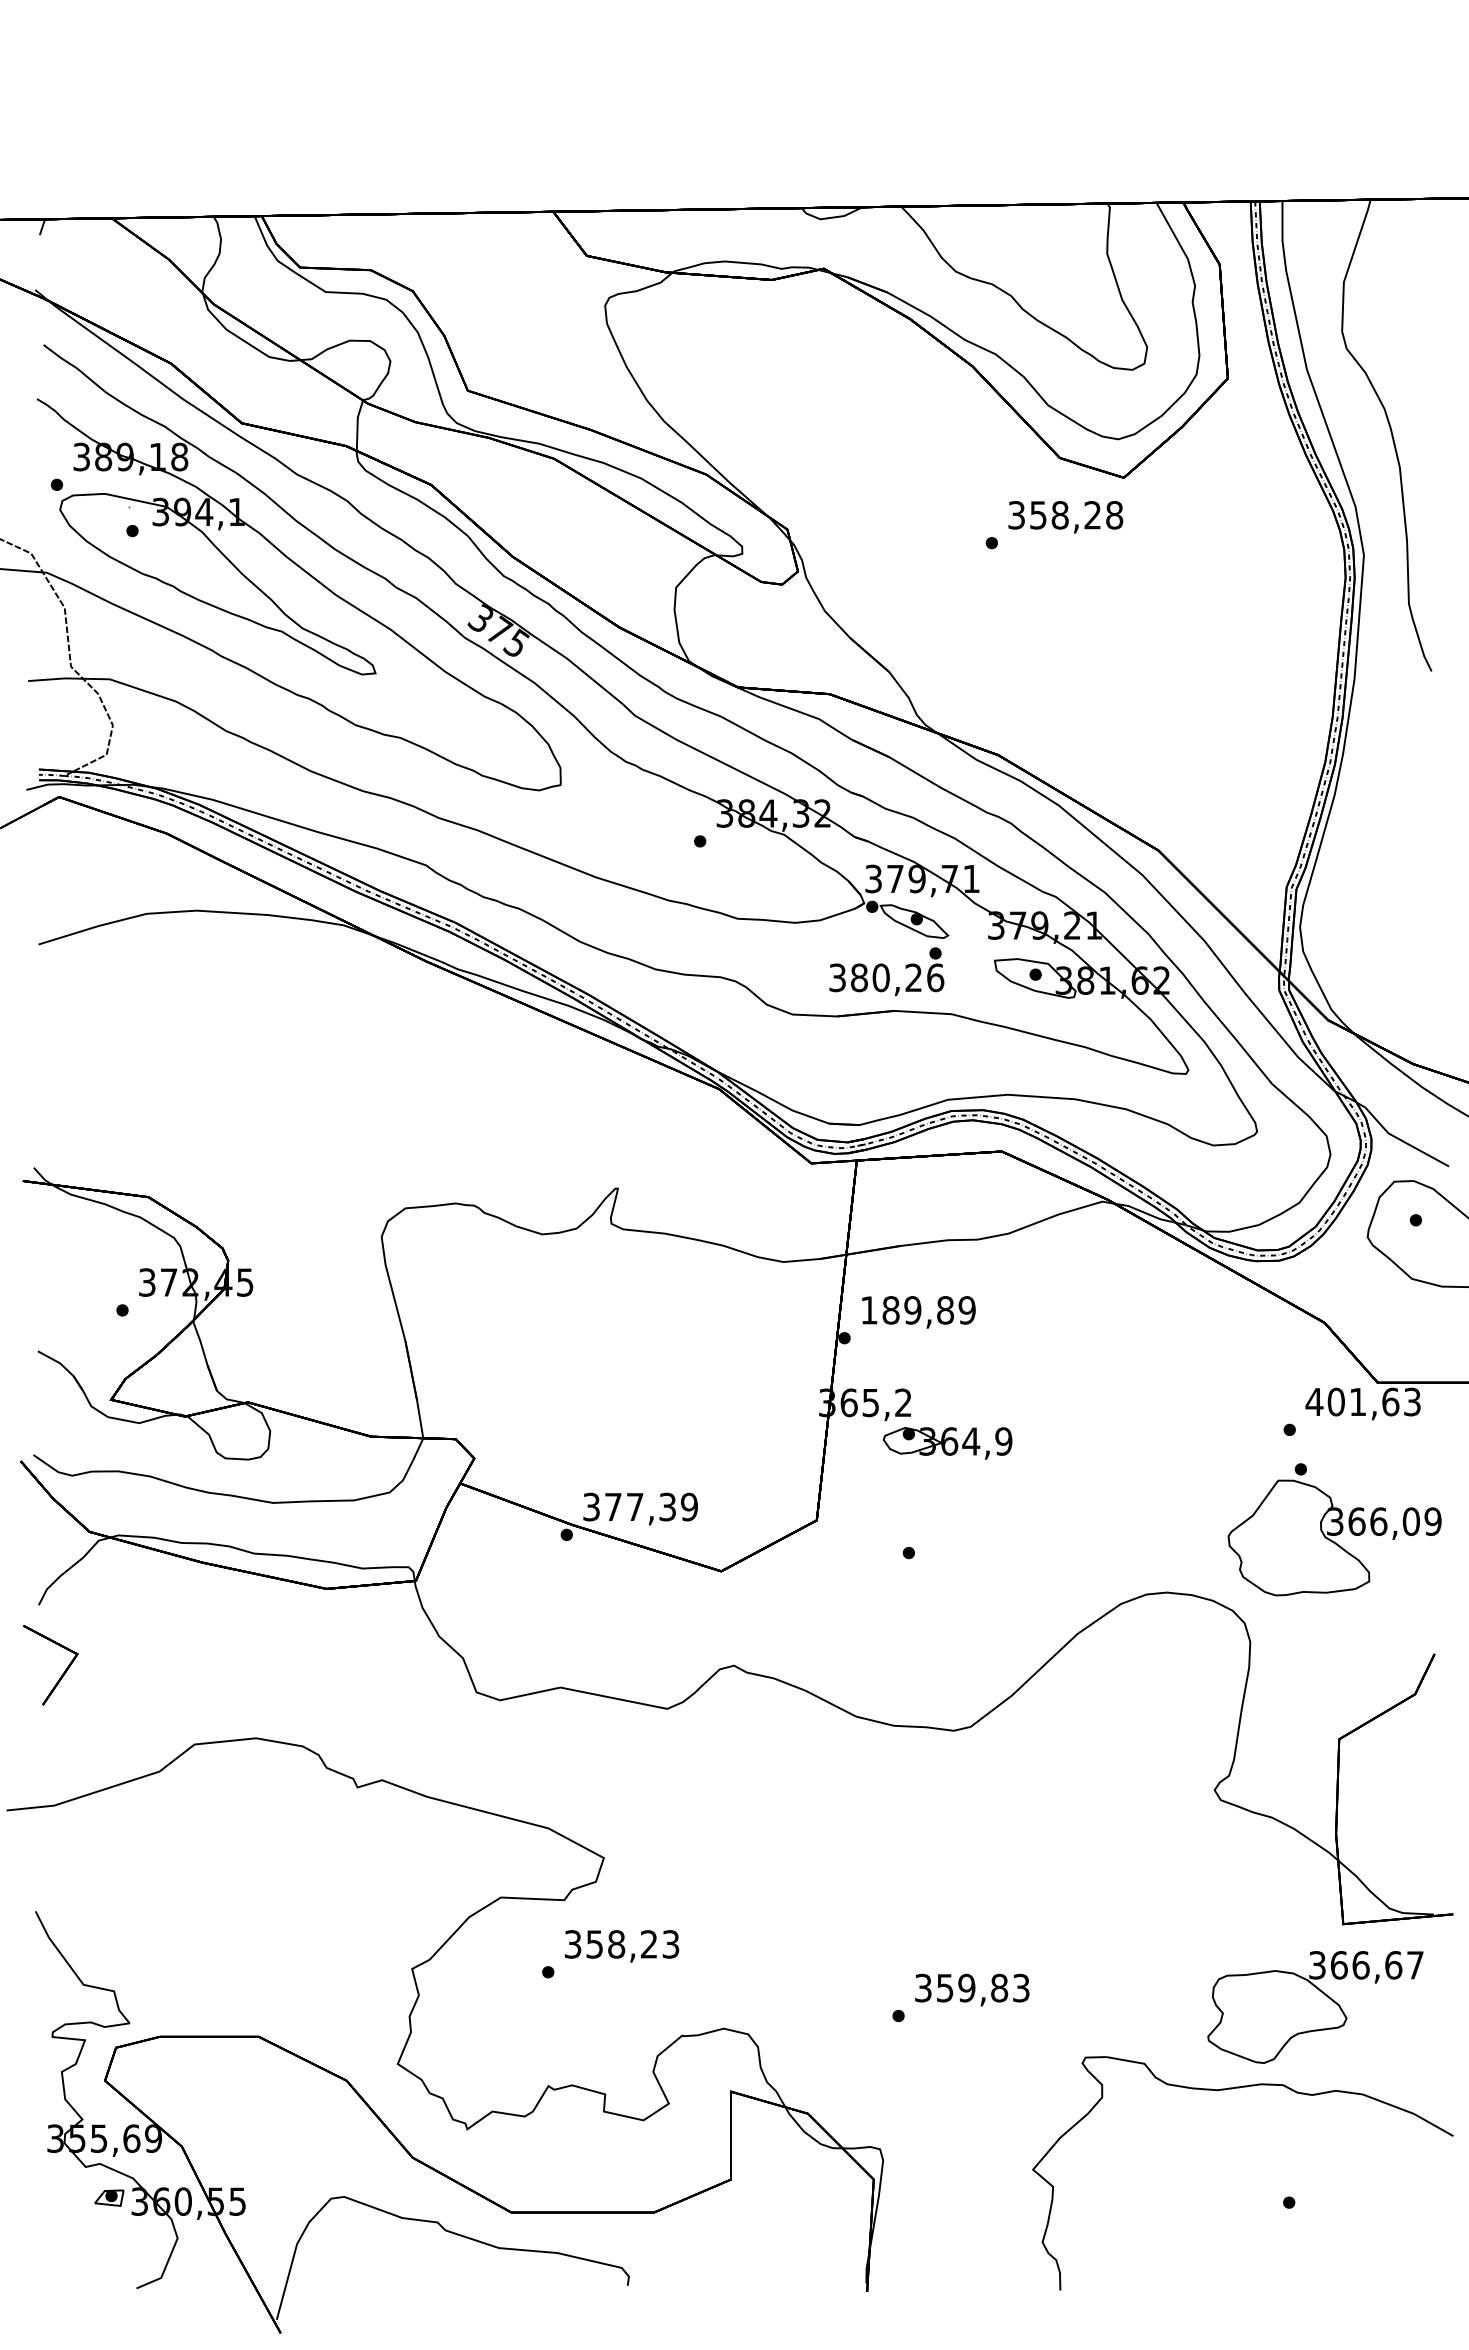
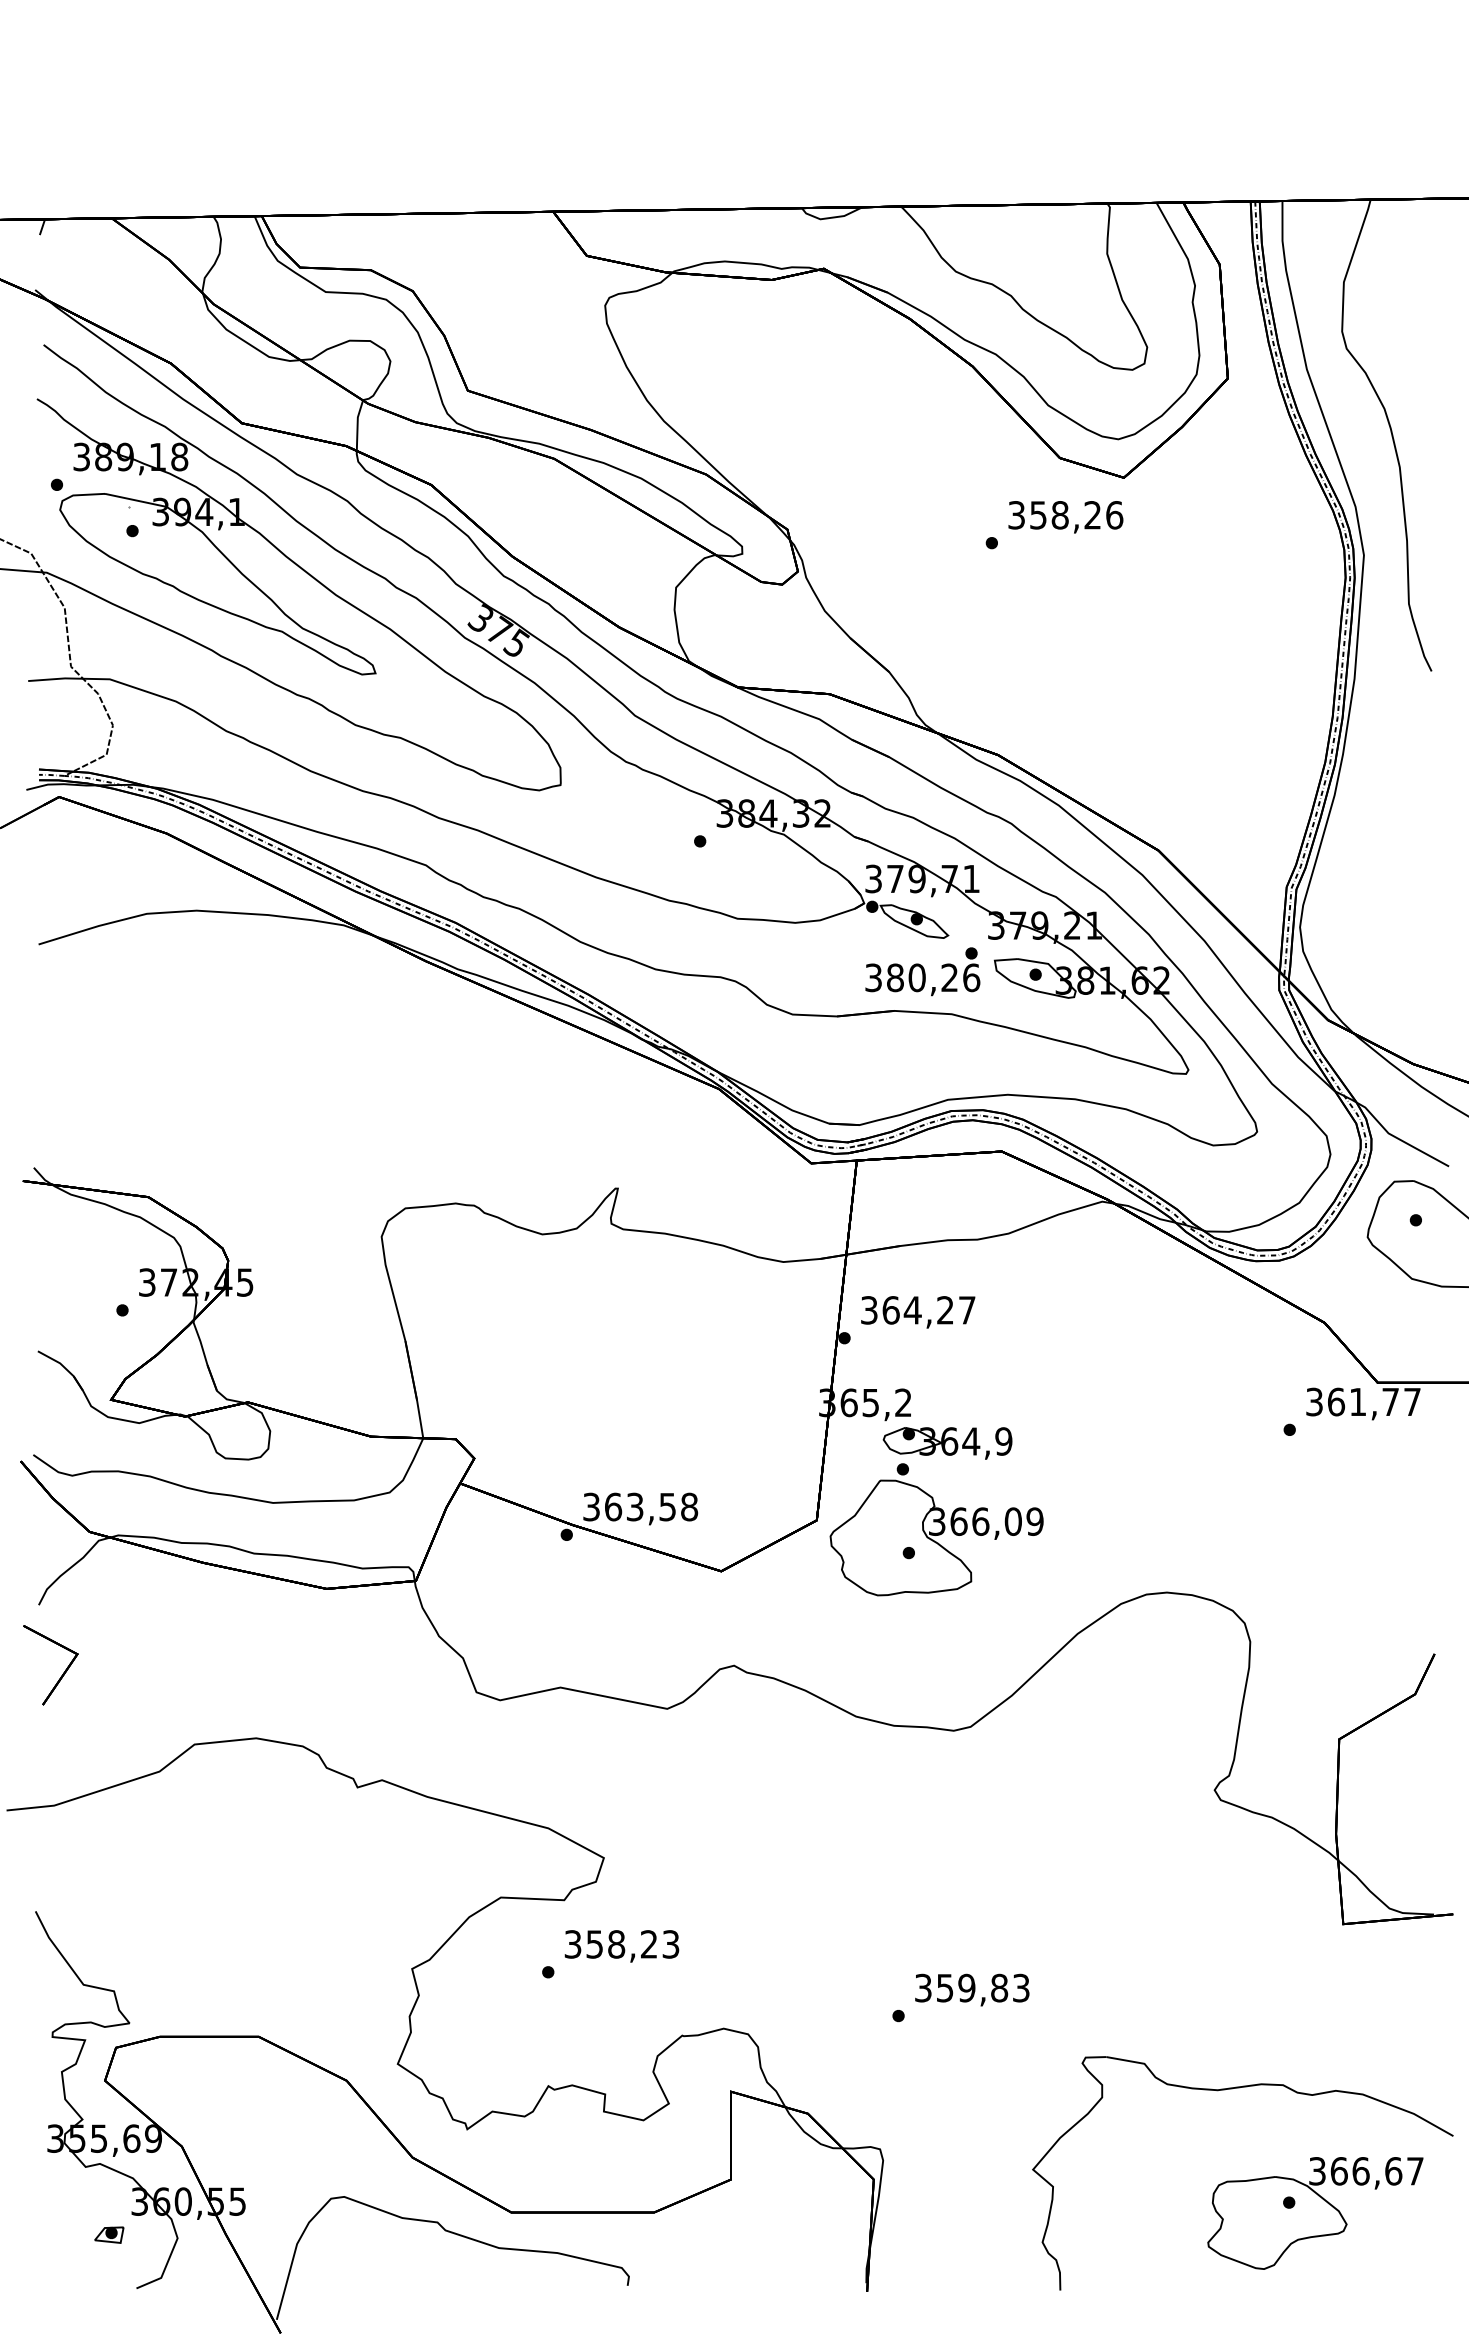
text at (1114, 515): 358,28 -> 358,26
text at (886, 971) position: (886, 971) -> (922, 971)
text at (918, 1310): 189,89 -> 364,27
text at (1362, 1401): 401,63 -> 361,77
text at (651, 1506): 377,39 -> 363,58
part at (1334, 1529) position: (1334, 1529) -> (936, 1529)
part at (1315, 2007) position: (1315, 2007) -> (1315, 2213)
part at (109, 2197) position: (109, 2197) -> (109, 2234)
